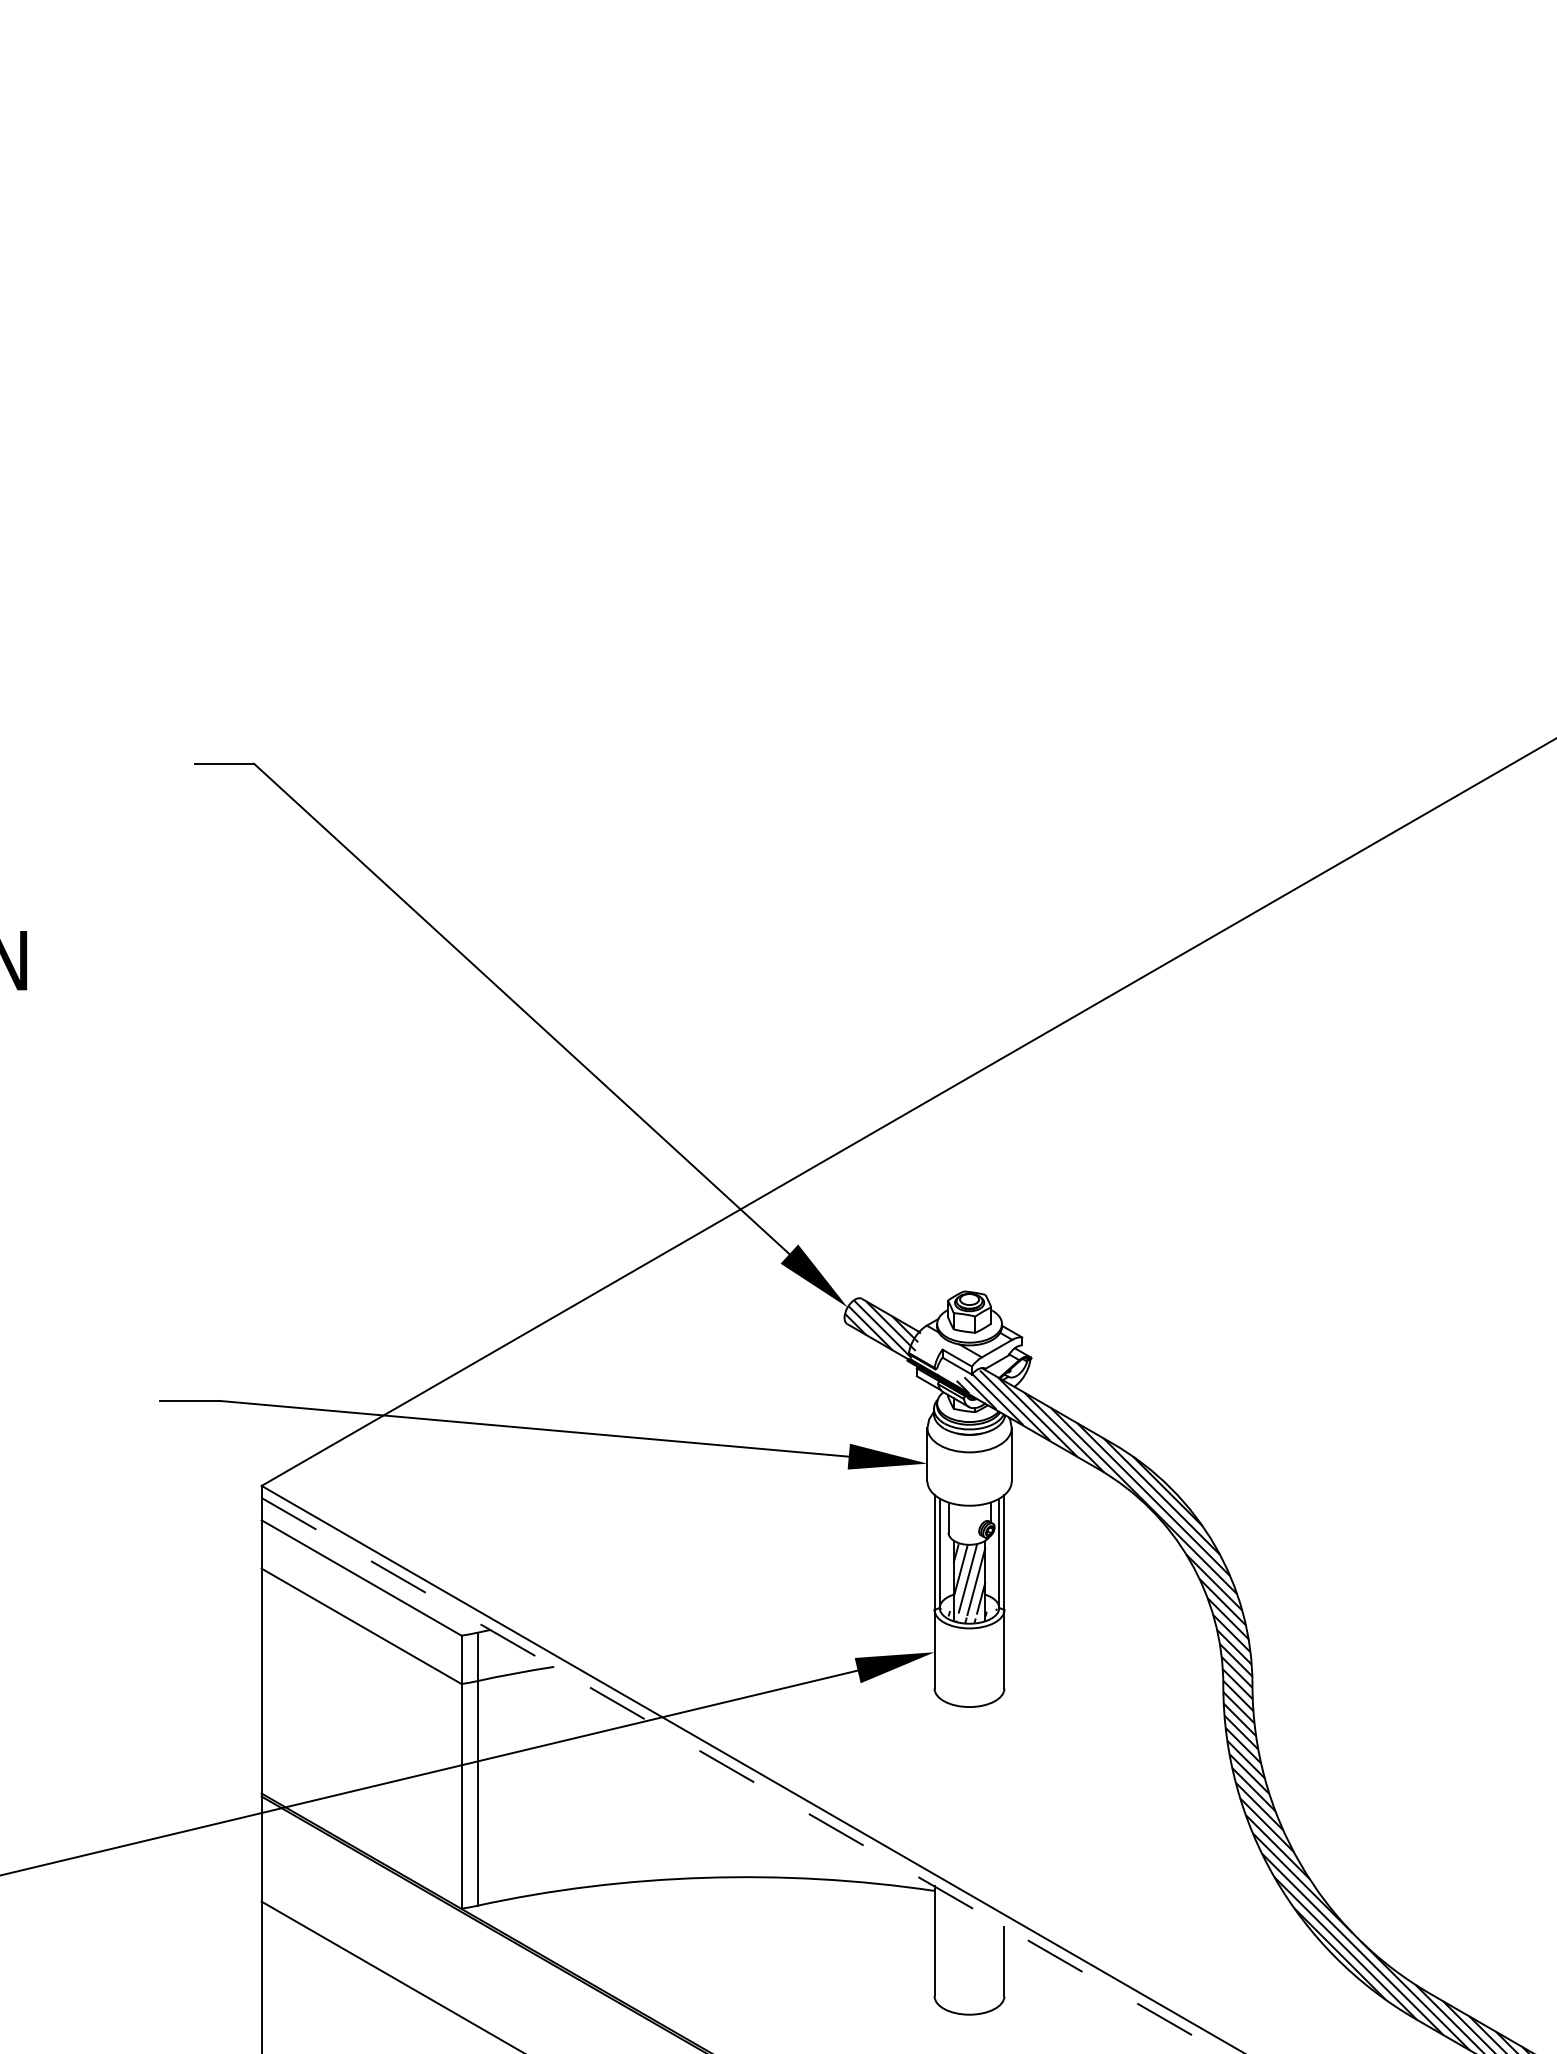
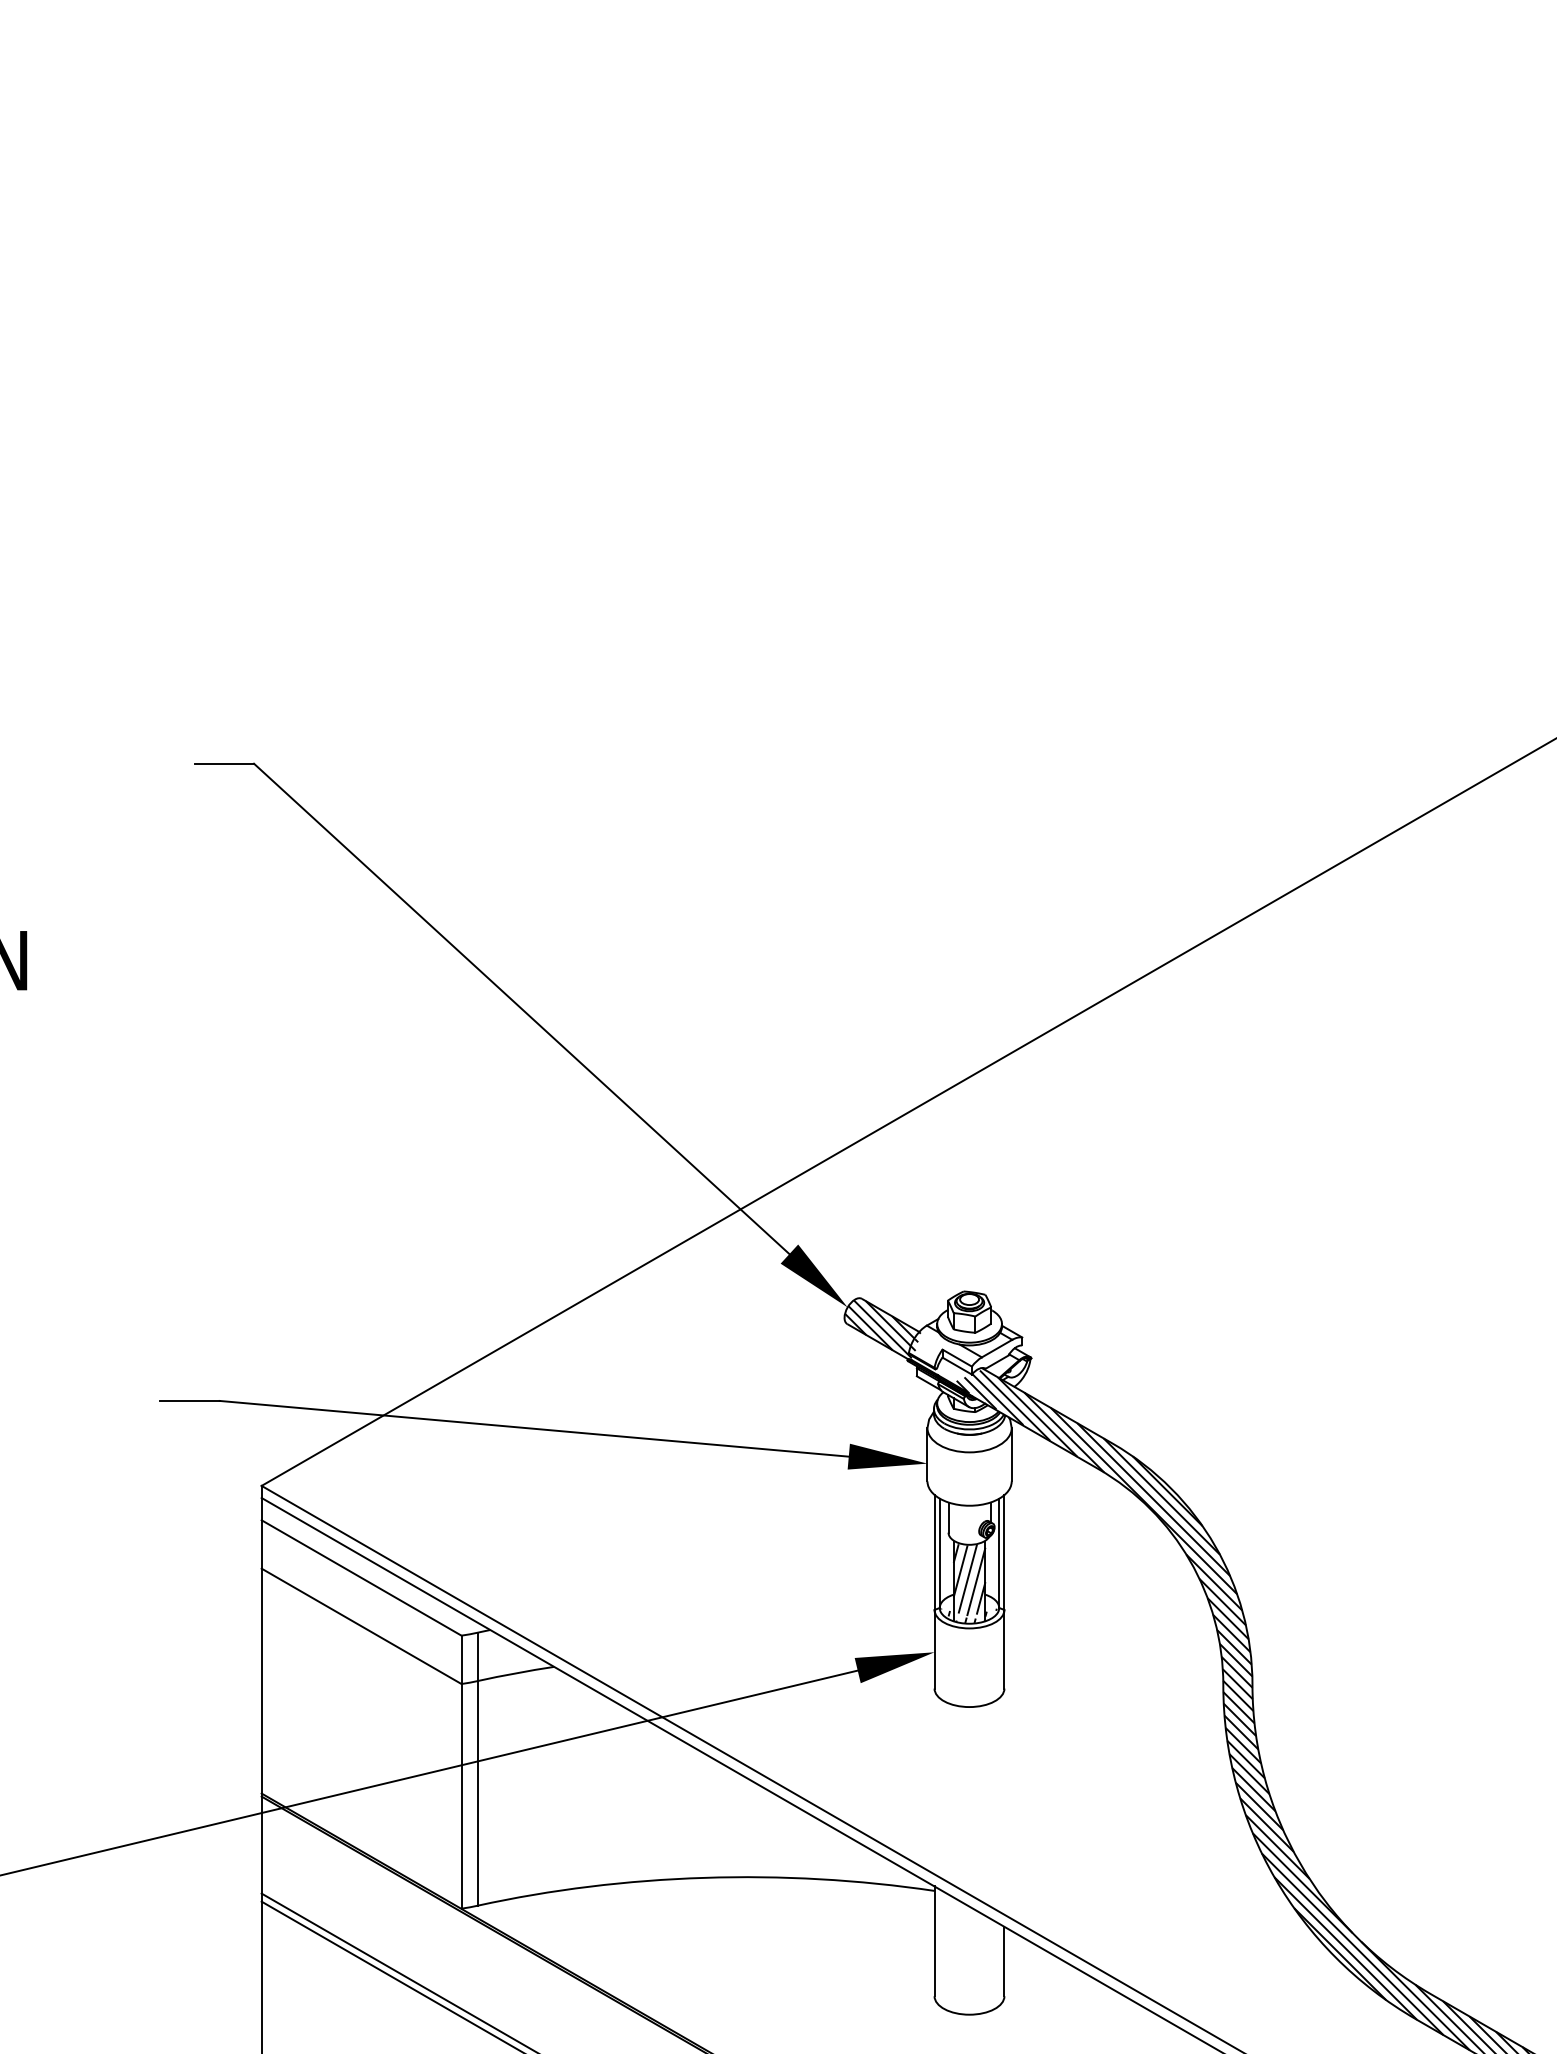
line at (742, 1775): dashed -> solid
line at (397, 1971): none -> present
